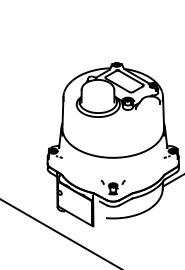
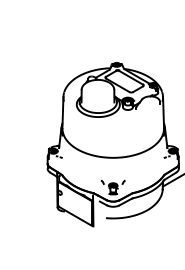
line at (59, 233): present -> none
